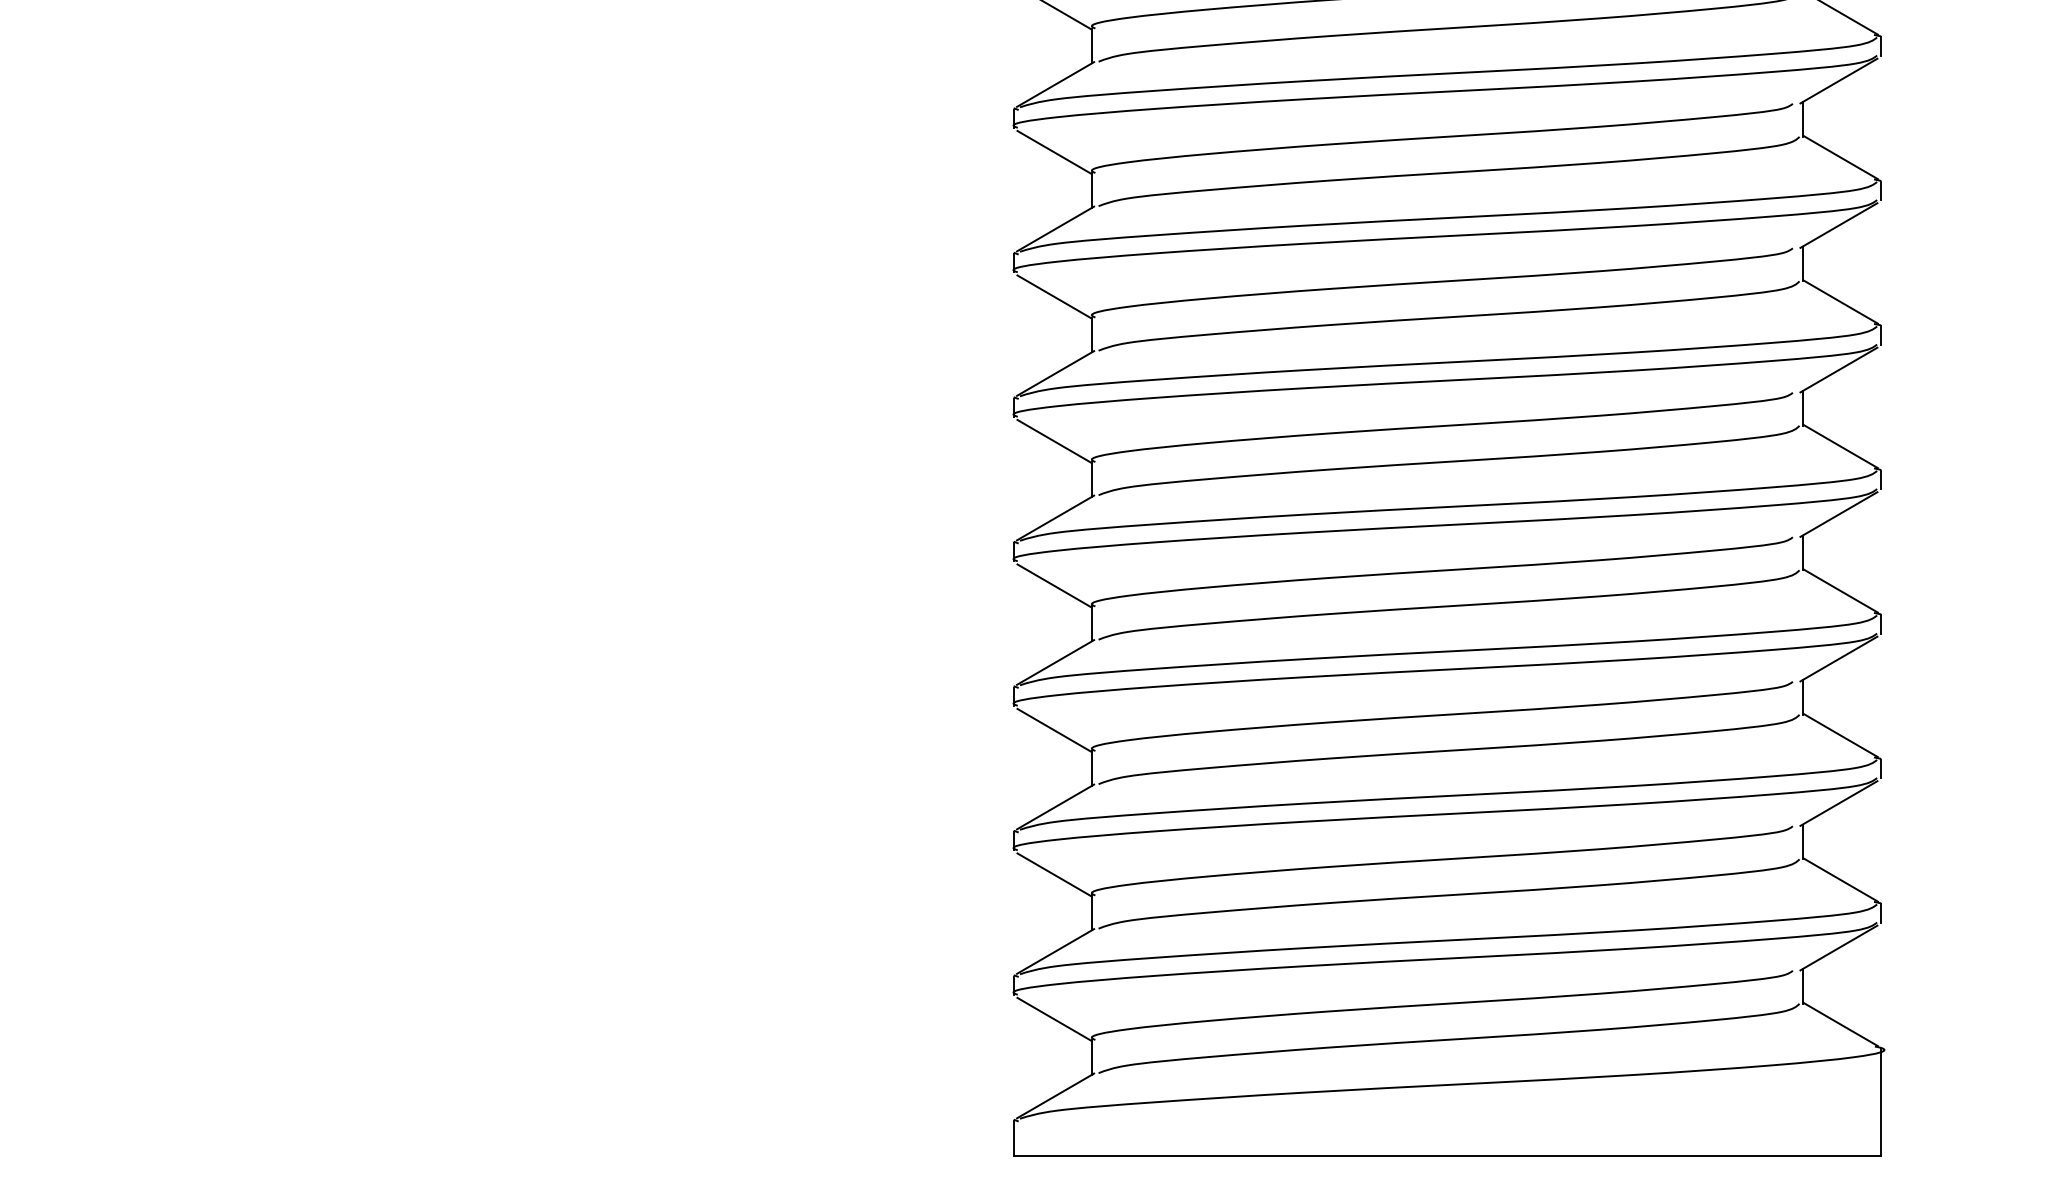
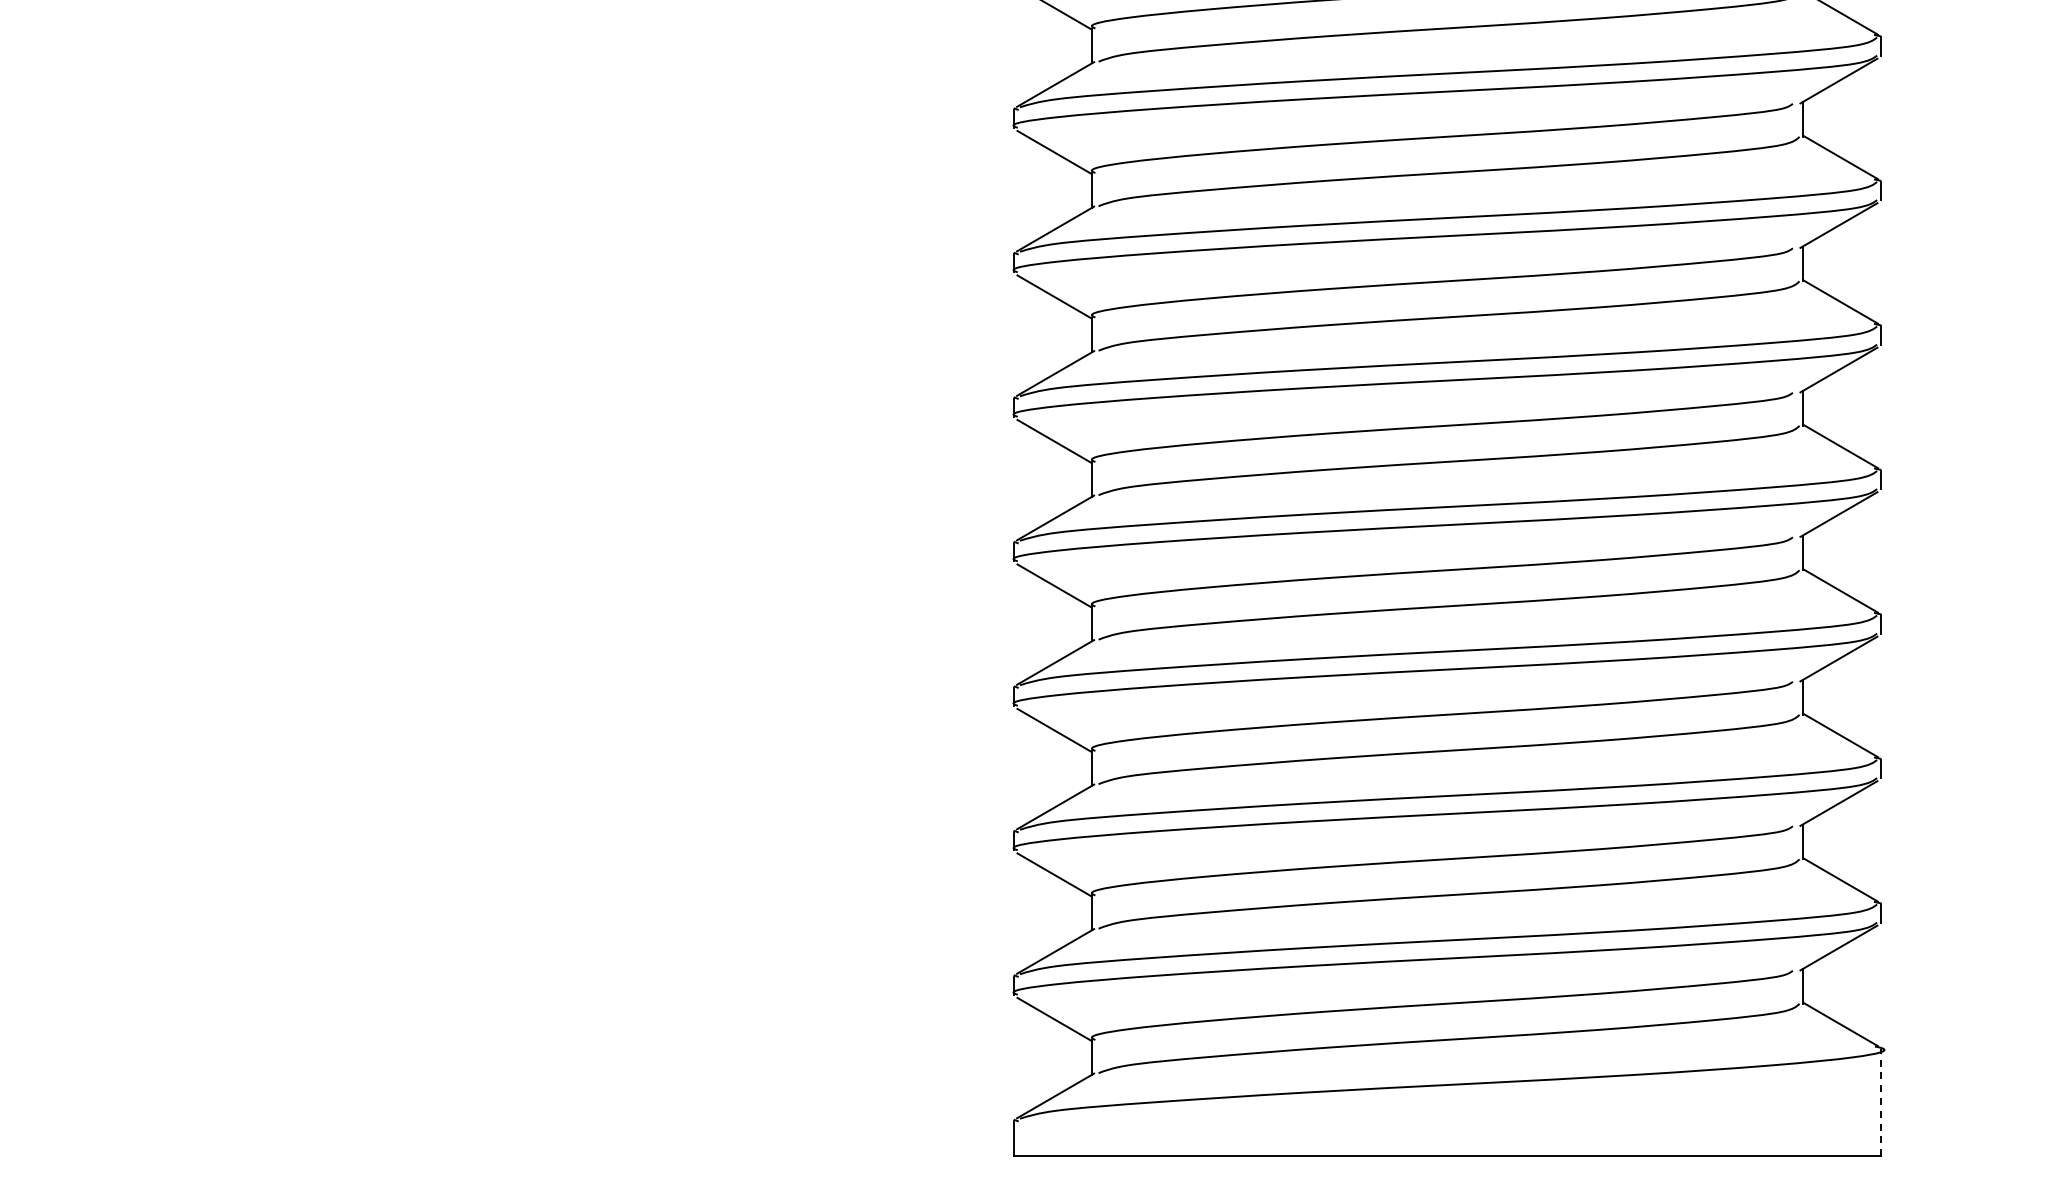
line at (1880, 1102): solid -> dashed
